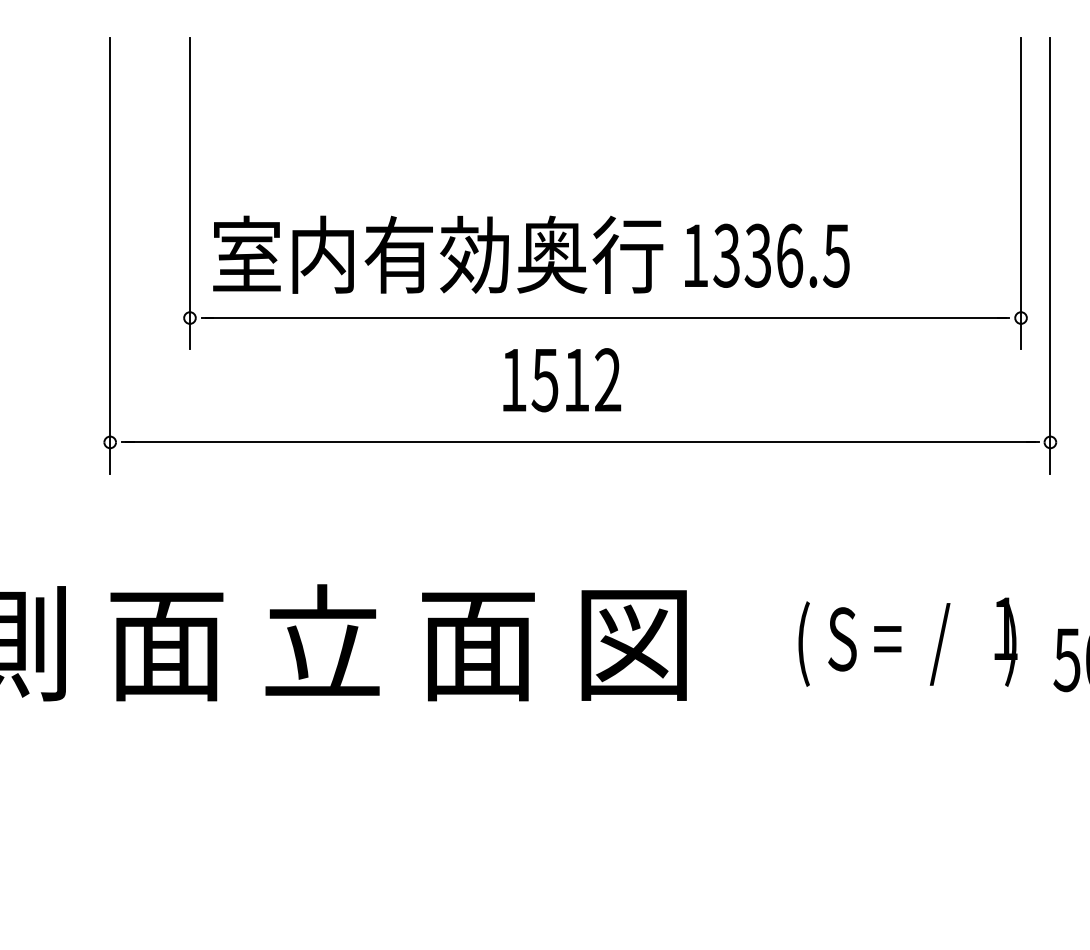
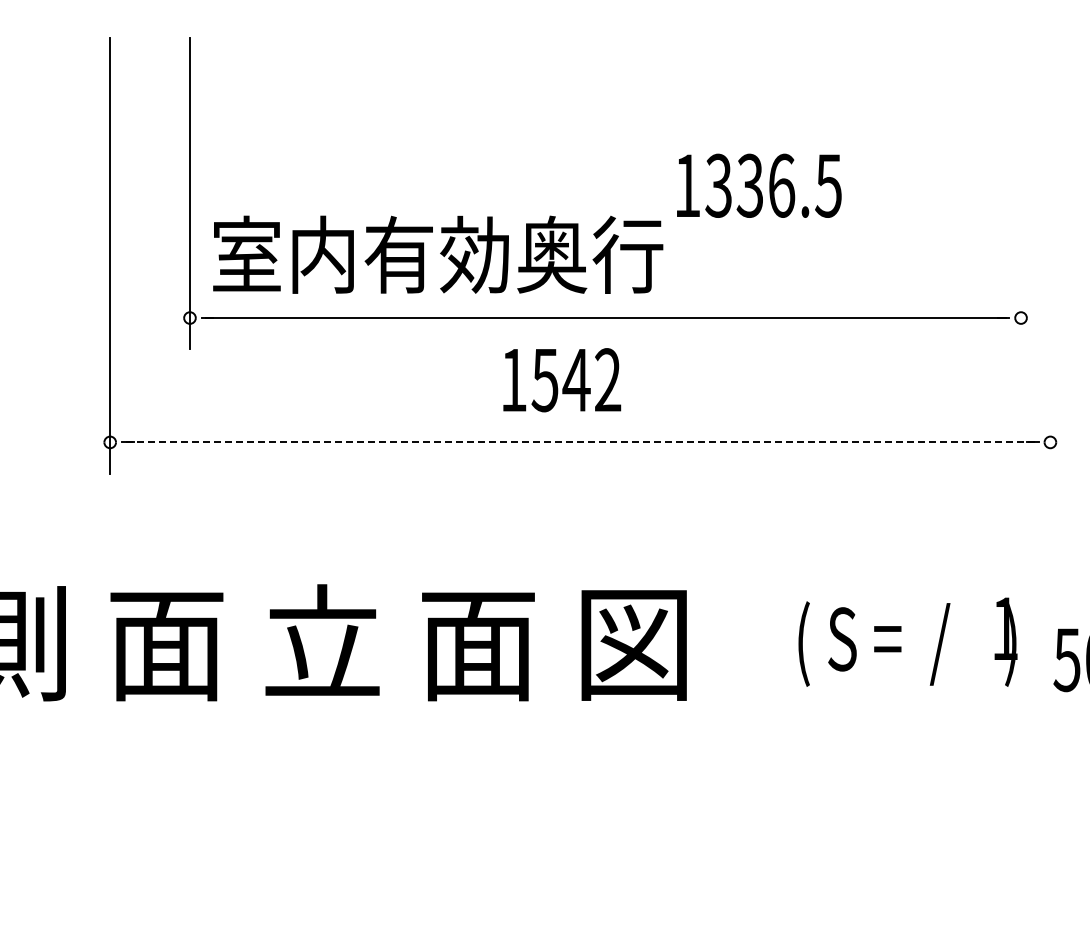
line at (1021, 193): present -> none
text at (767, 255) position: (767, 255) -> (759, 185)
line at (1050, 255): present -> none
text at (576, 380): 1512 -> 1542
line at (580, 442): solid -> dashed
